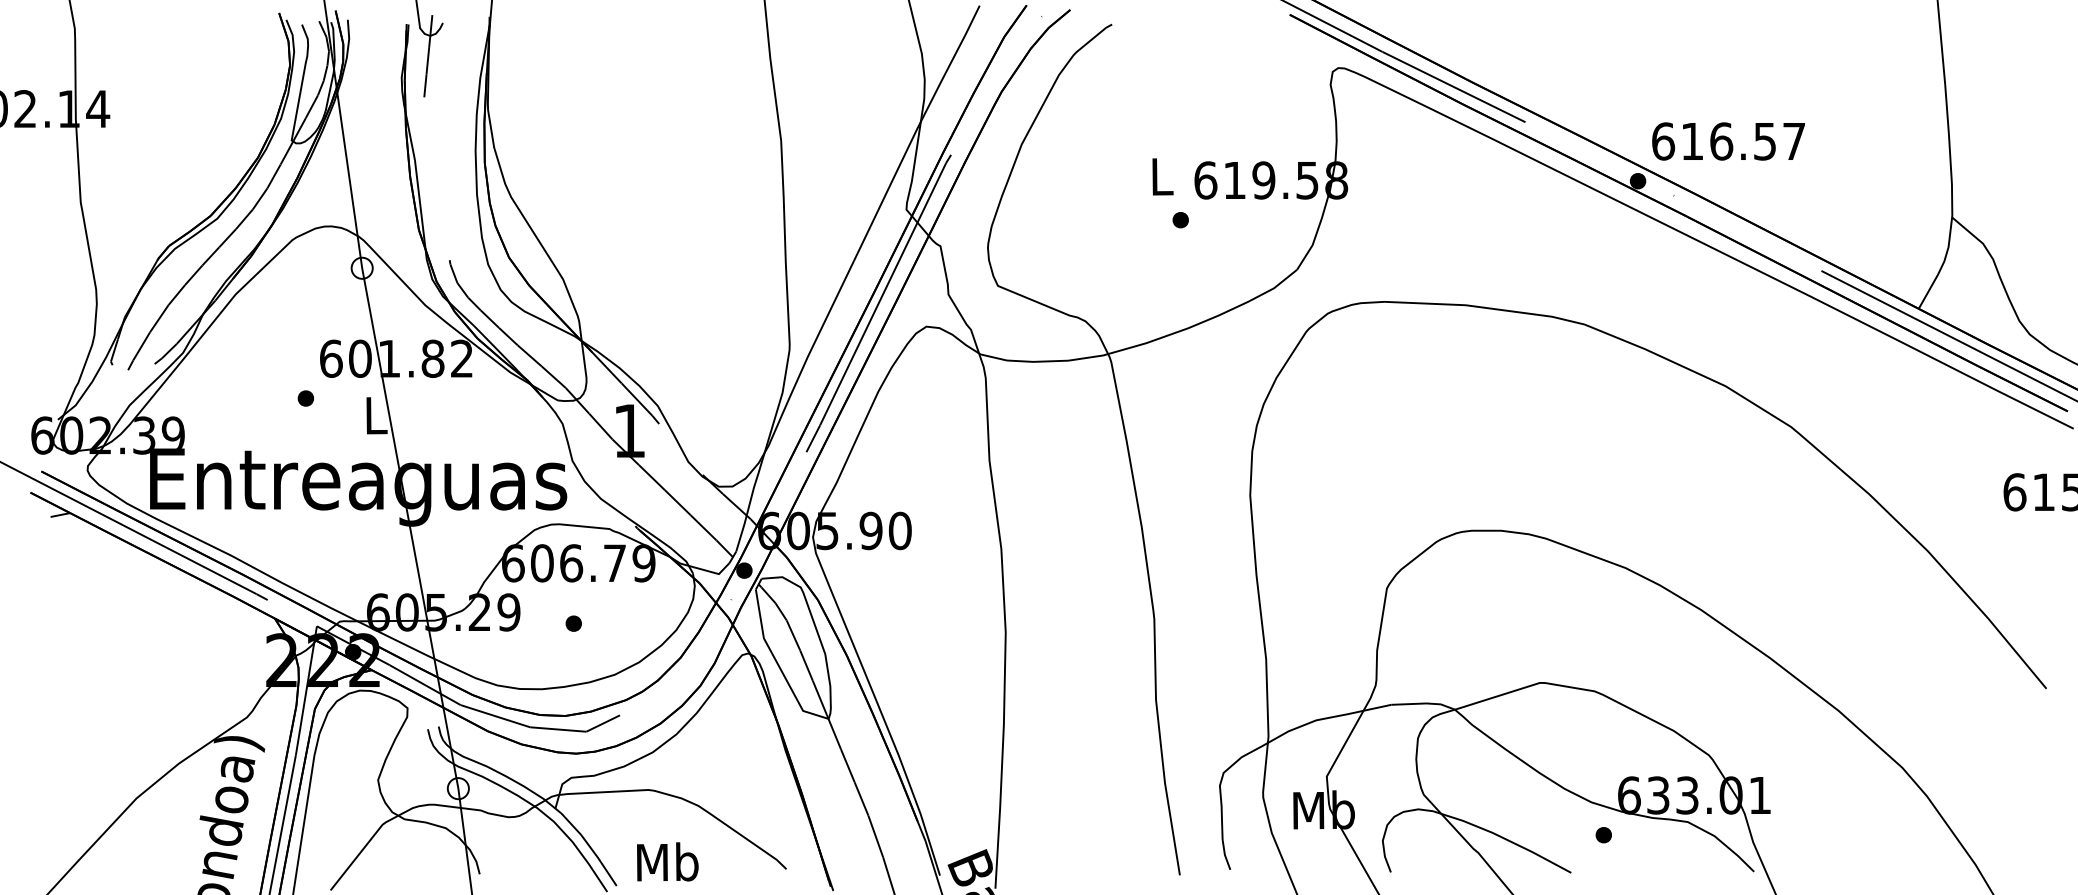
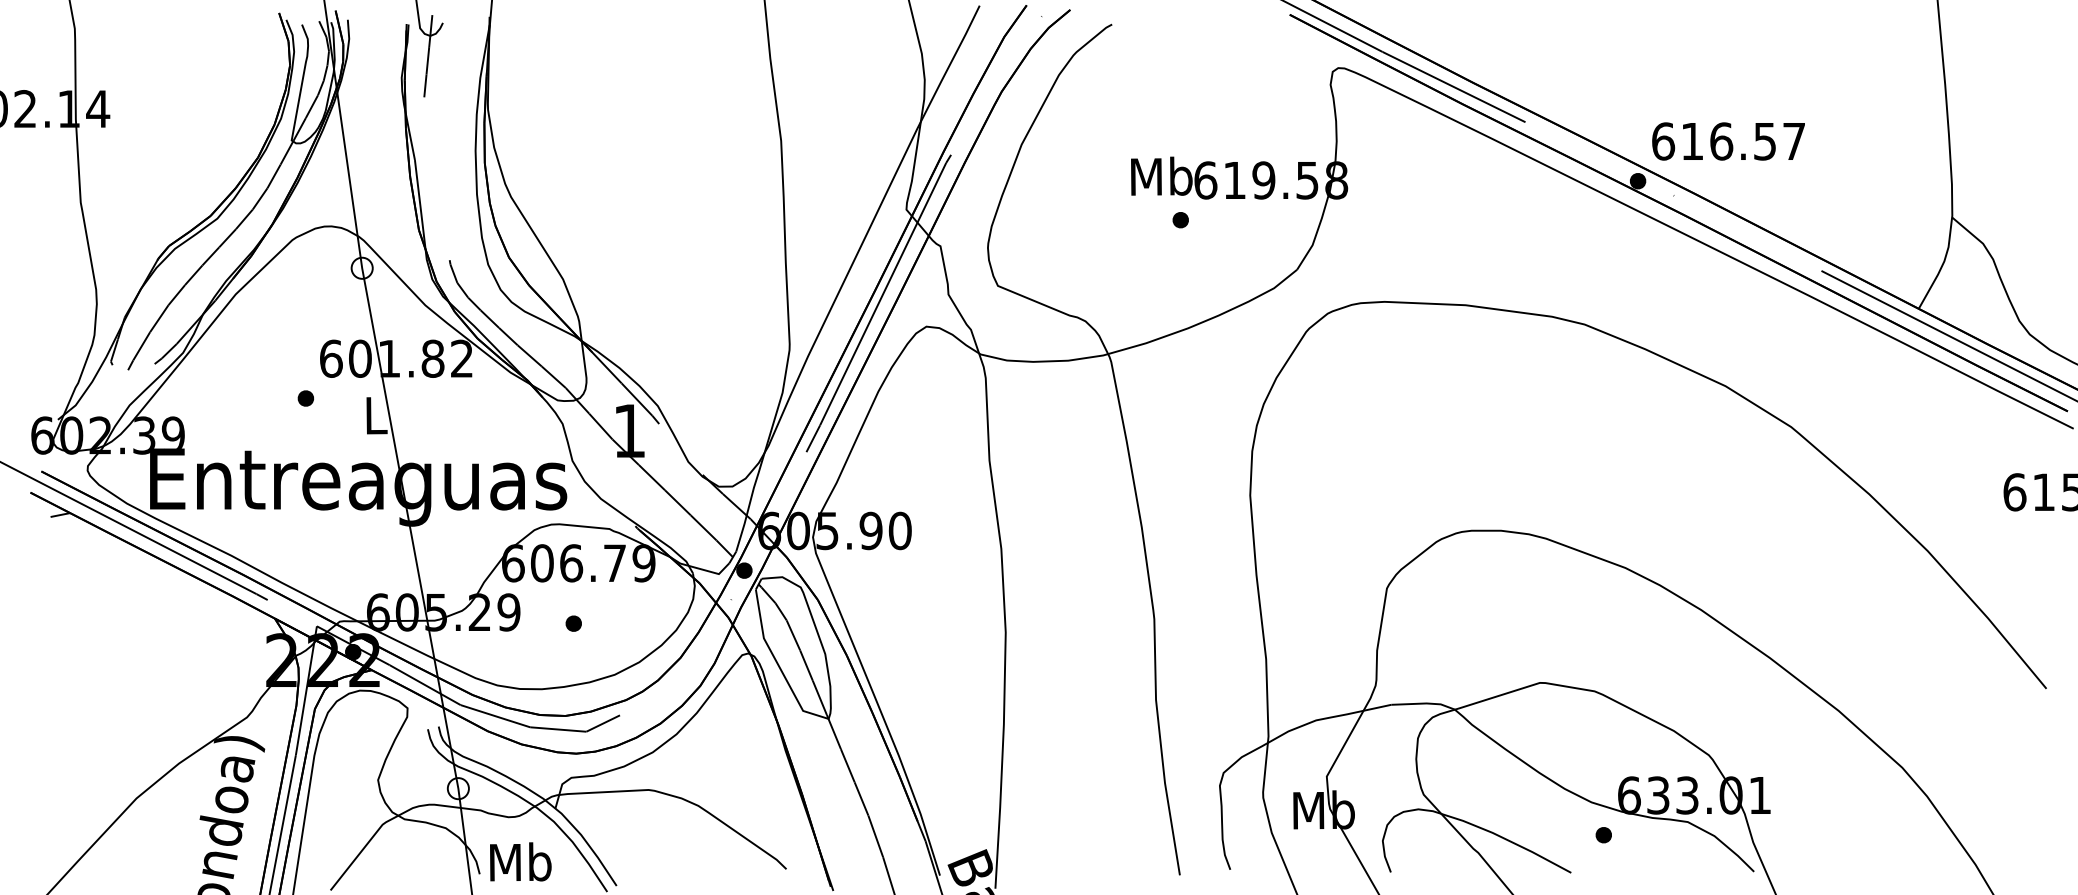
text at (1161, 175): L -> Mb
text at (667, 861) position: (667, 861) -> (520, 861)
